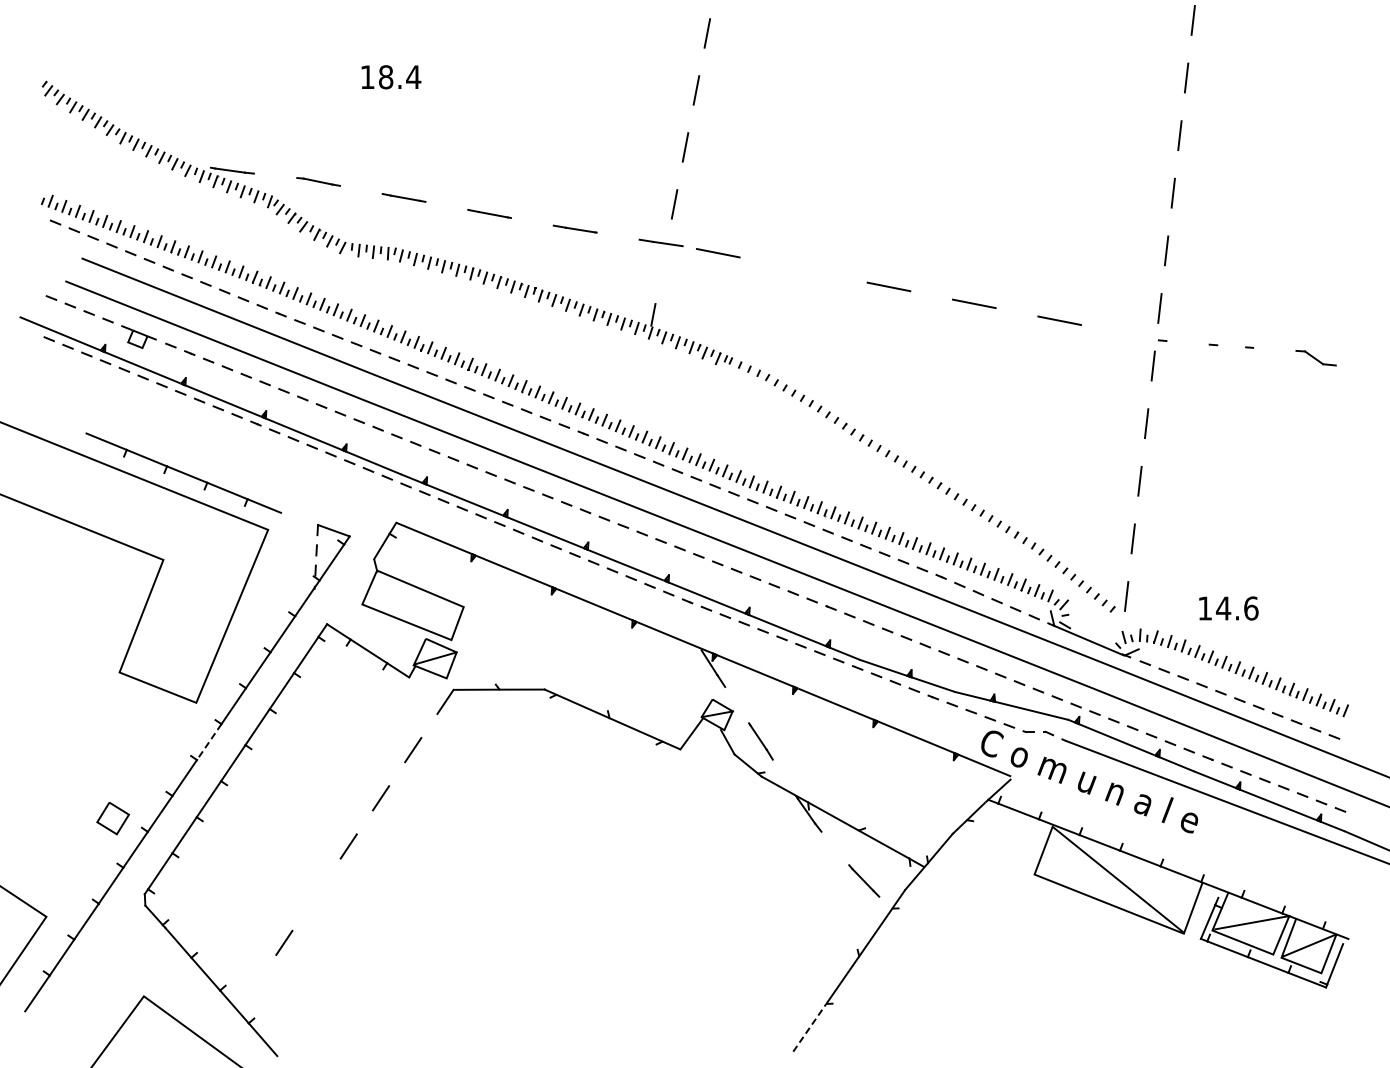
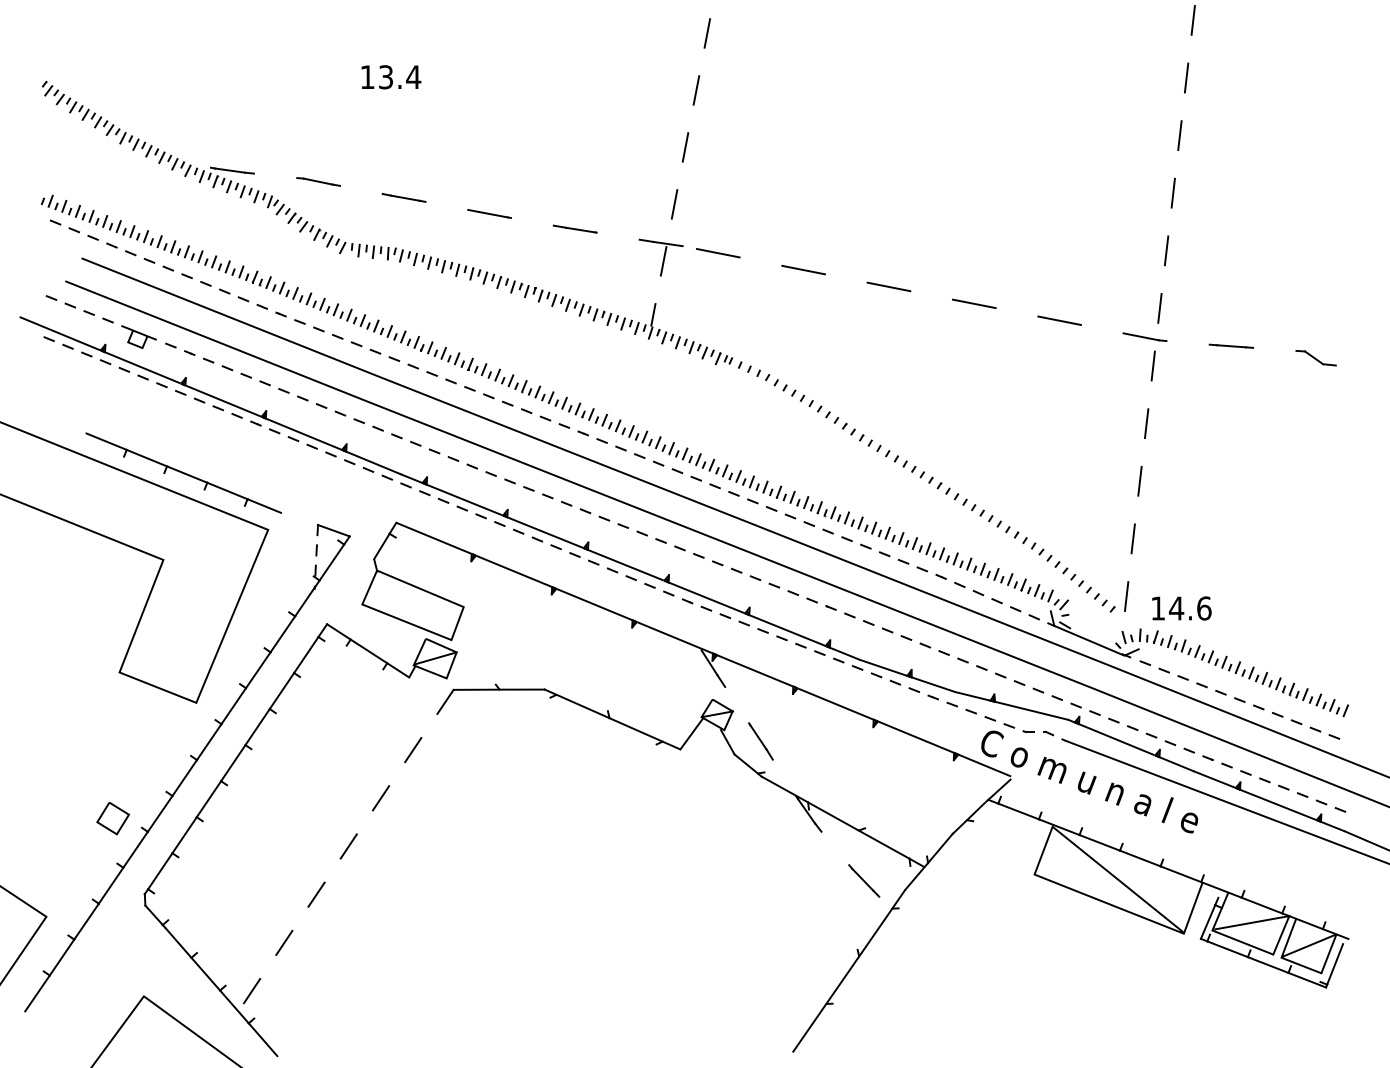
text at (386, 77): 18.4 -> 13.4
line at (663, 261): none -> present
line at (803, 269): none -> present
line at (1140, 336): none -> present
line at (1231, 346): none -> present
text at (1228, 608) position: (1228, 608) -> (1181, 608)
line at (209, 742): dashed -> solid
line at (316, 894): none -> present
line at (252, 991): none -> present
line at (809, 1027): dashed -> solid
